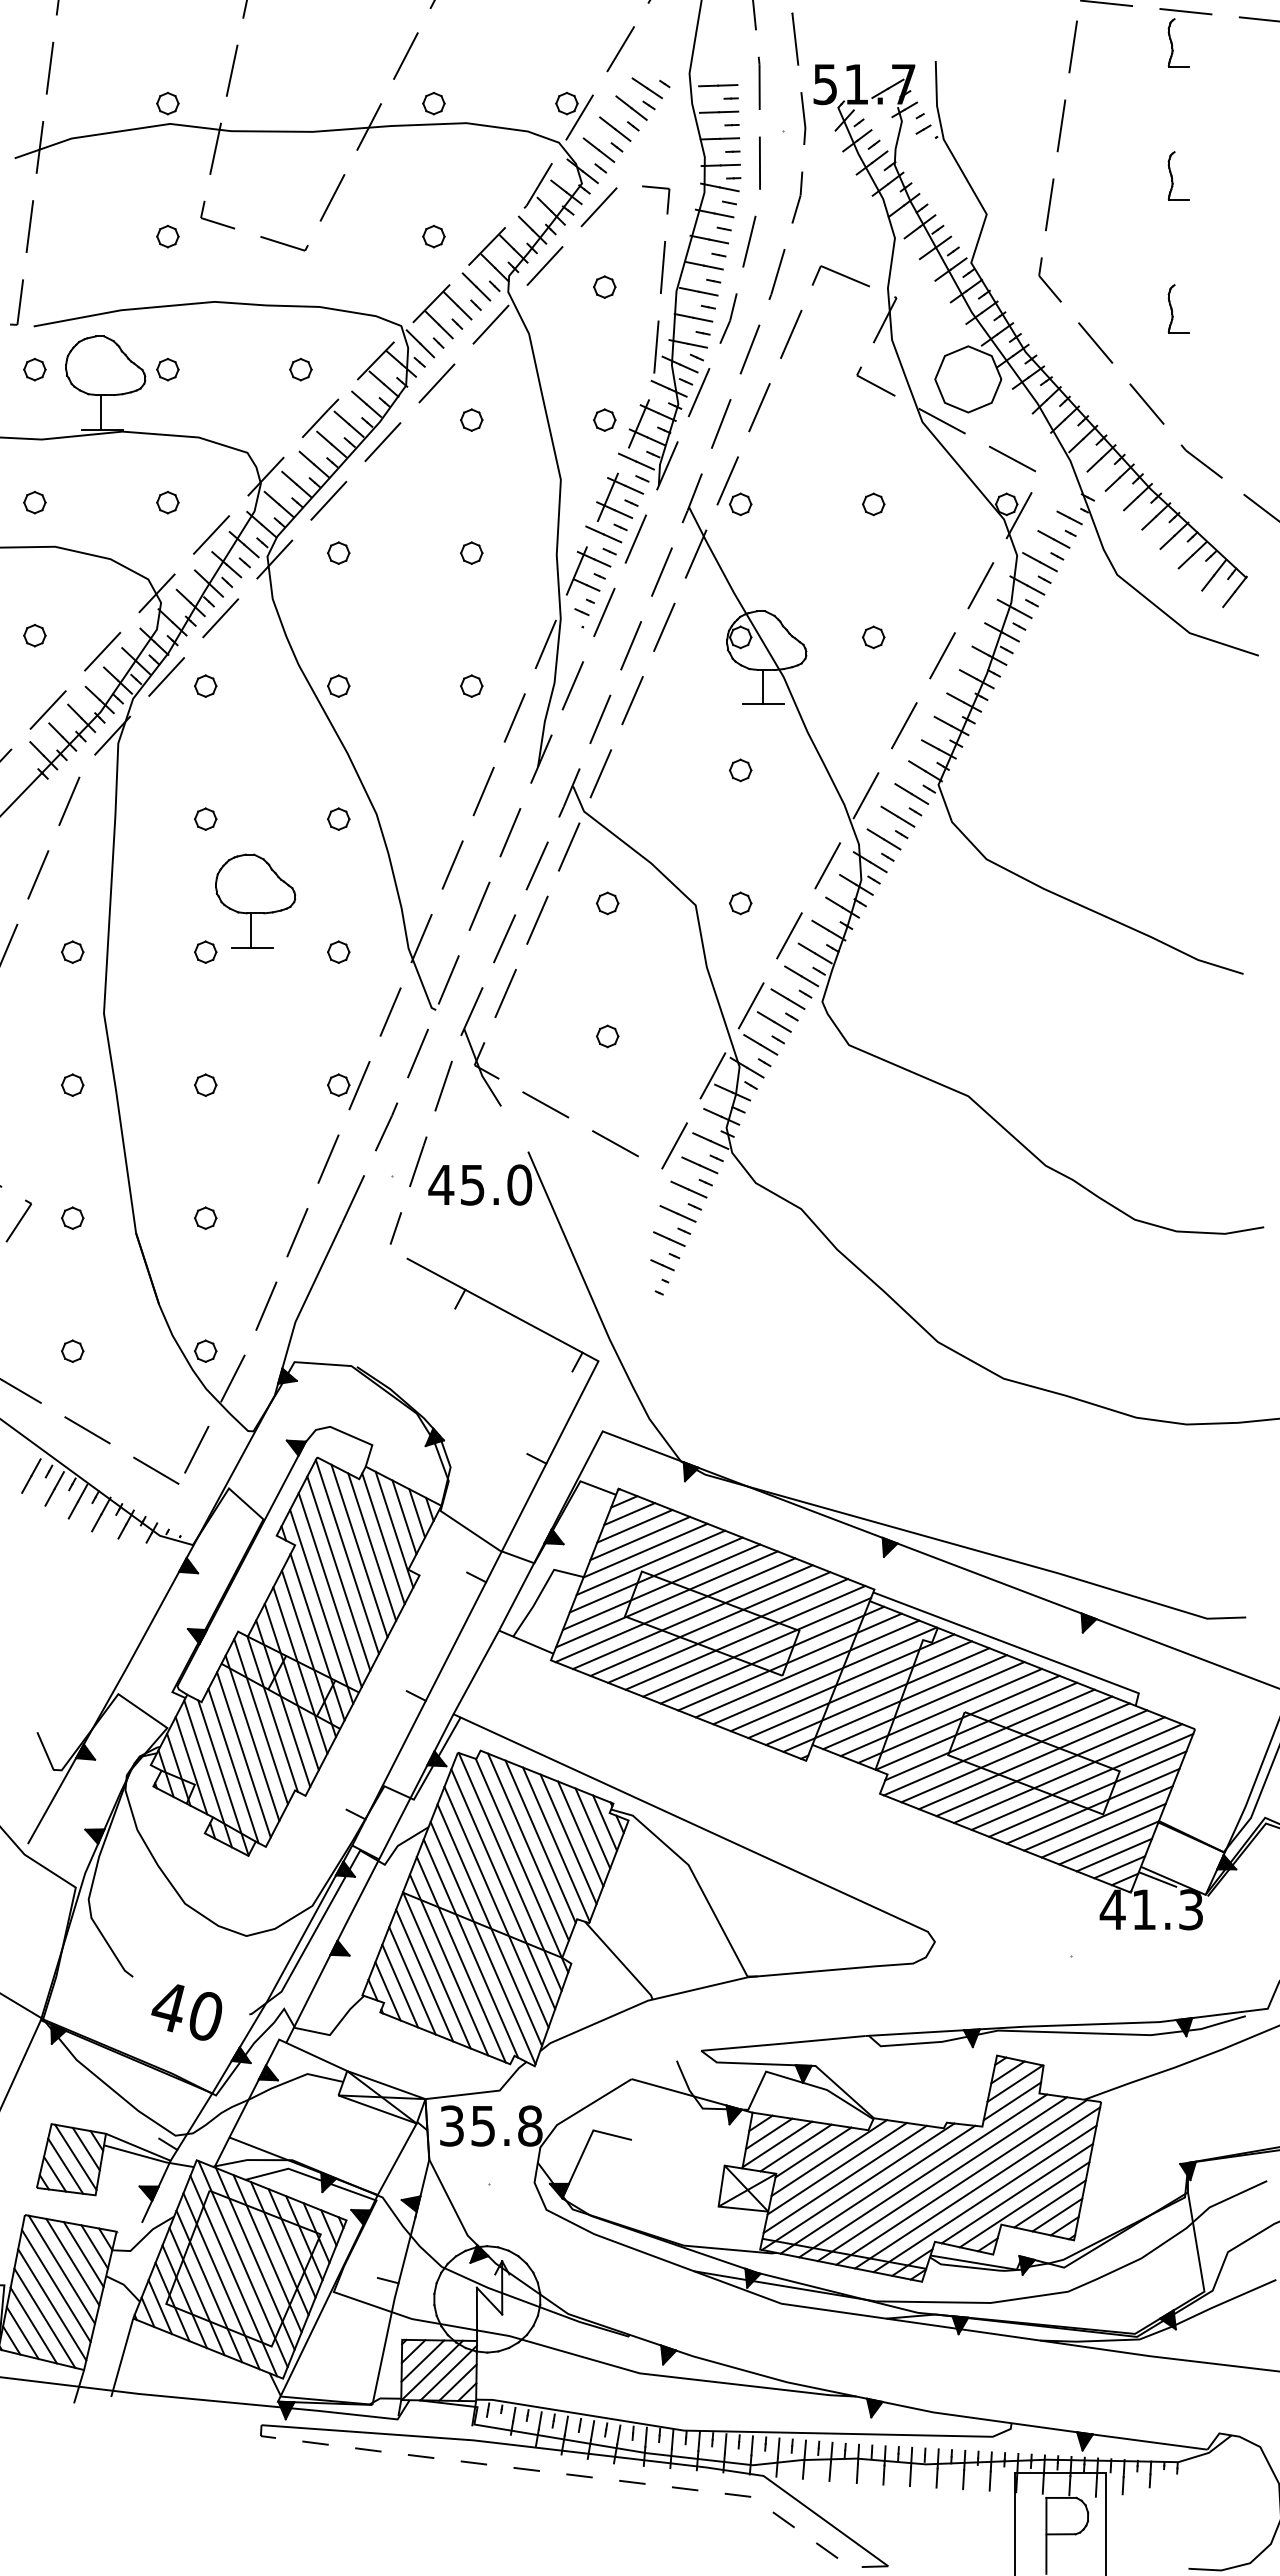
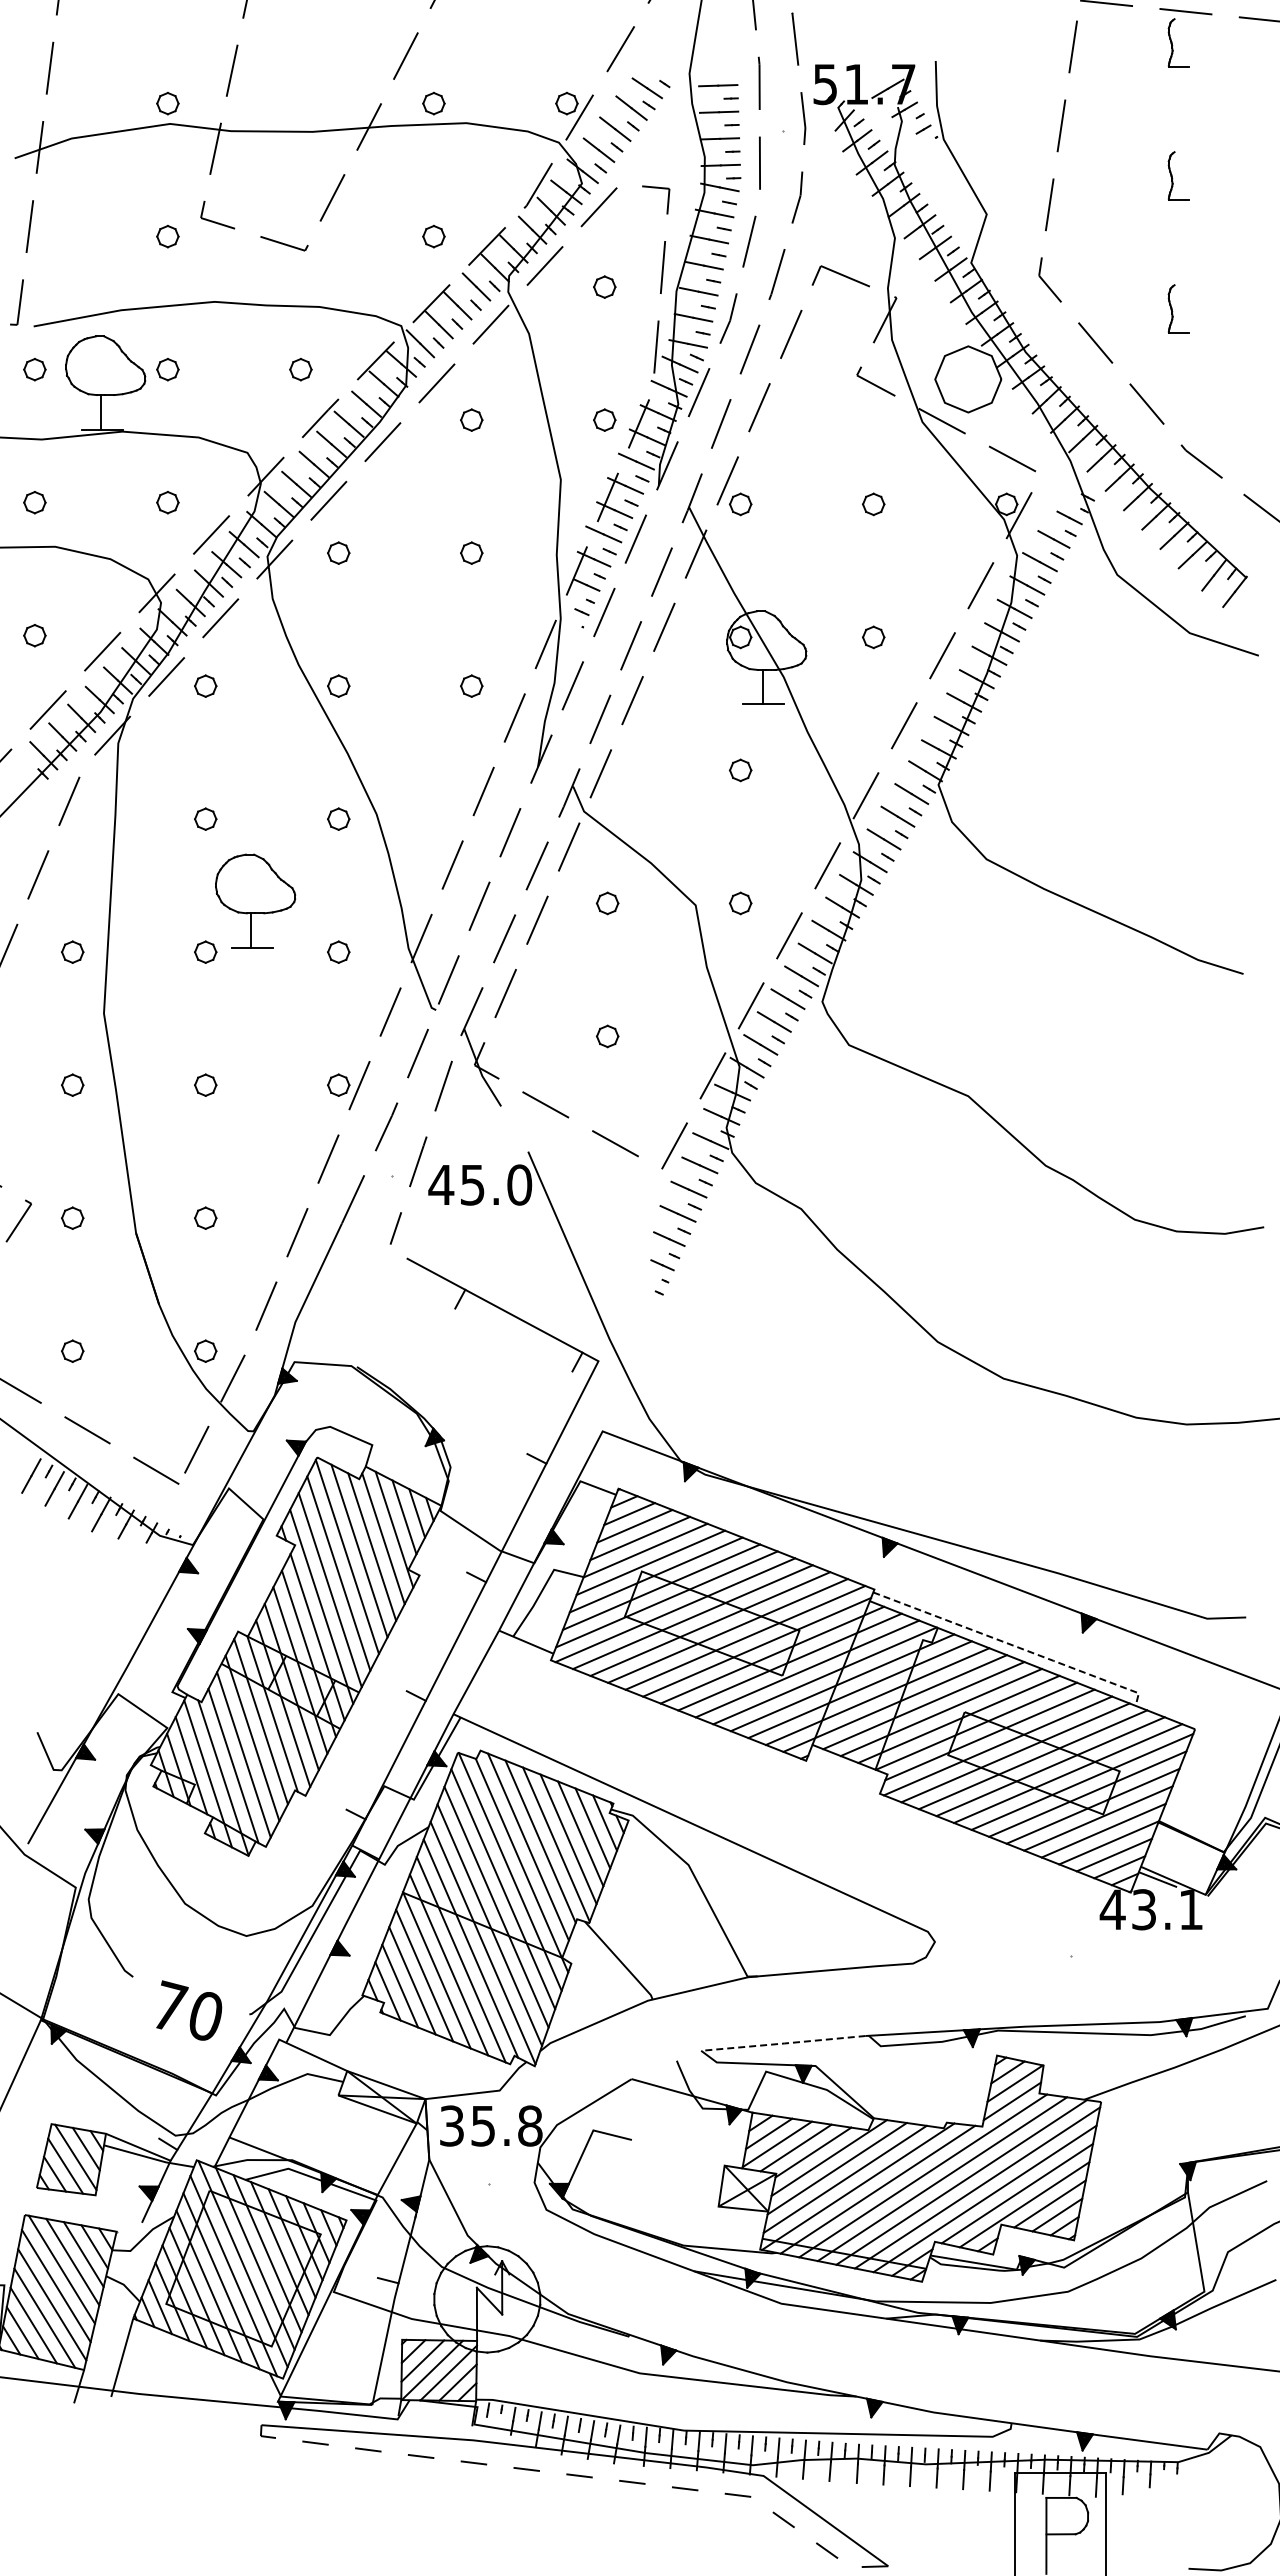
line at (1013, 1645): solid -> dashed
text at (1167, 1909): 41.3 -> 43.1
text at (169, 2006): 40 -> 70
line at (783, 2043): solid -> dashed
